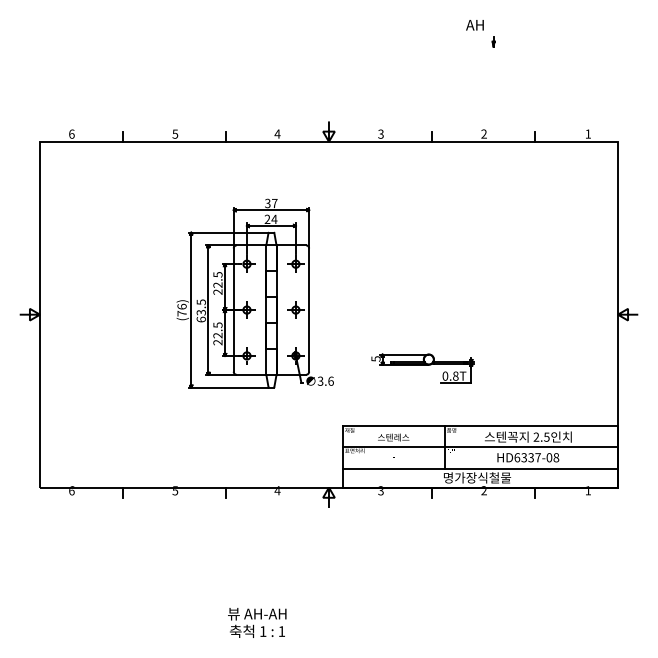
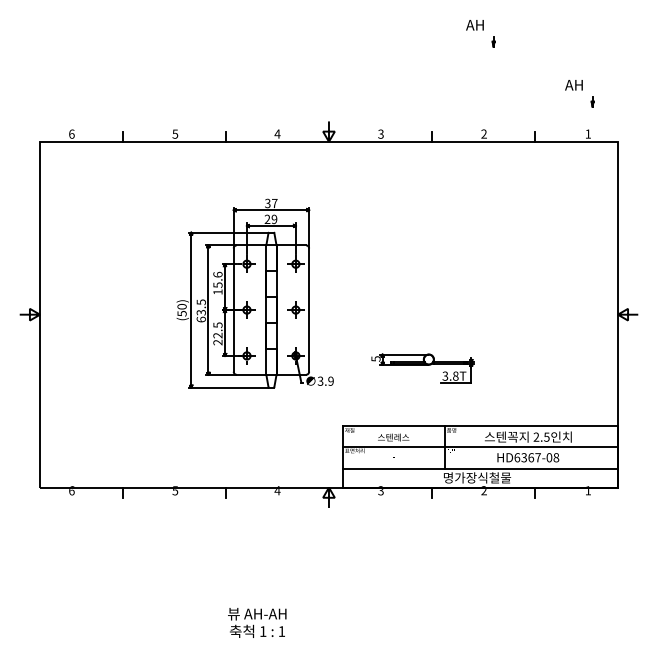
part at (579, 93): none -> present
text at (274, 219): 24 -> 29
text at (217, 282): 22.5 -> 15.6
text at (181, 309): (76) -> (50)
text at (445, 375): 0.8T -> 3.8T
text at (330, 380): 3.6 -> 3.9
text at (531, 457): HD6337-08 -> HD6367-08
